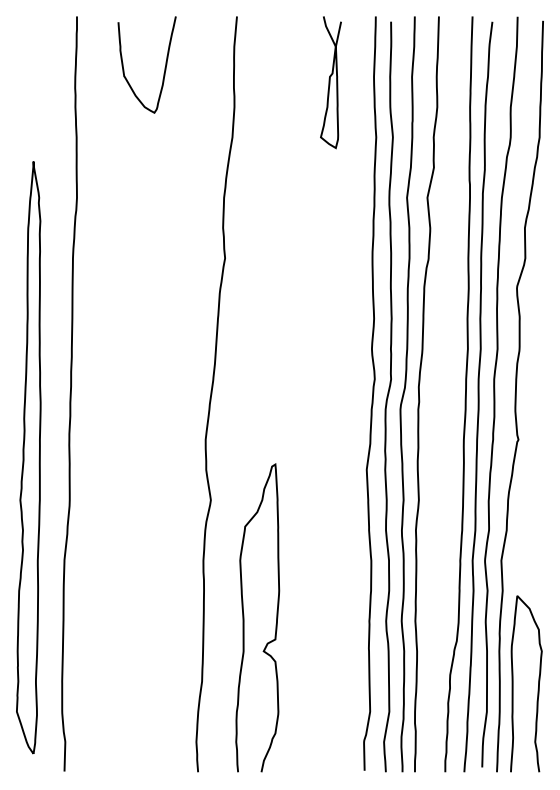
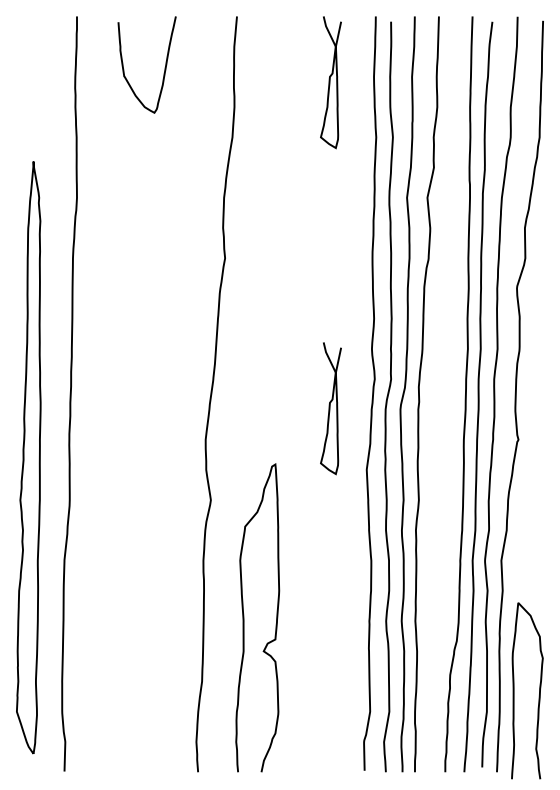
curve at (330, 408): none -> present
curve at (538, 683) position: (538, 683) -> (539, 690)
